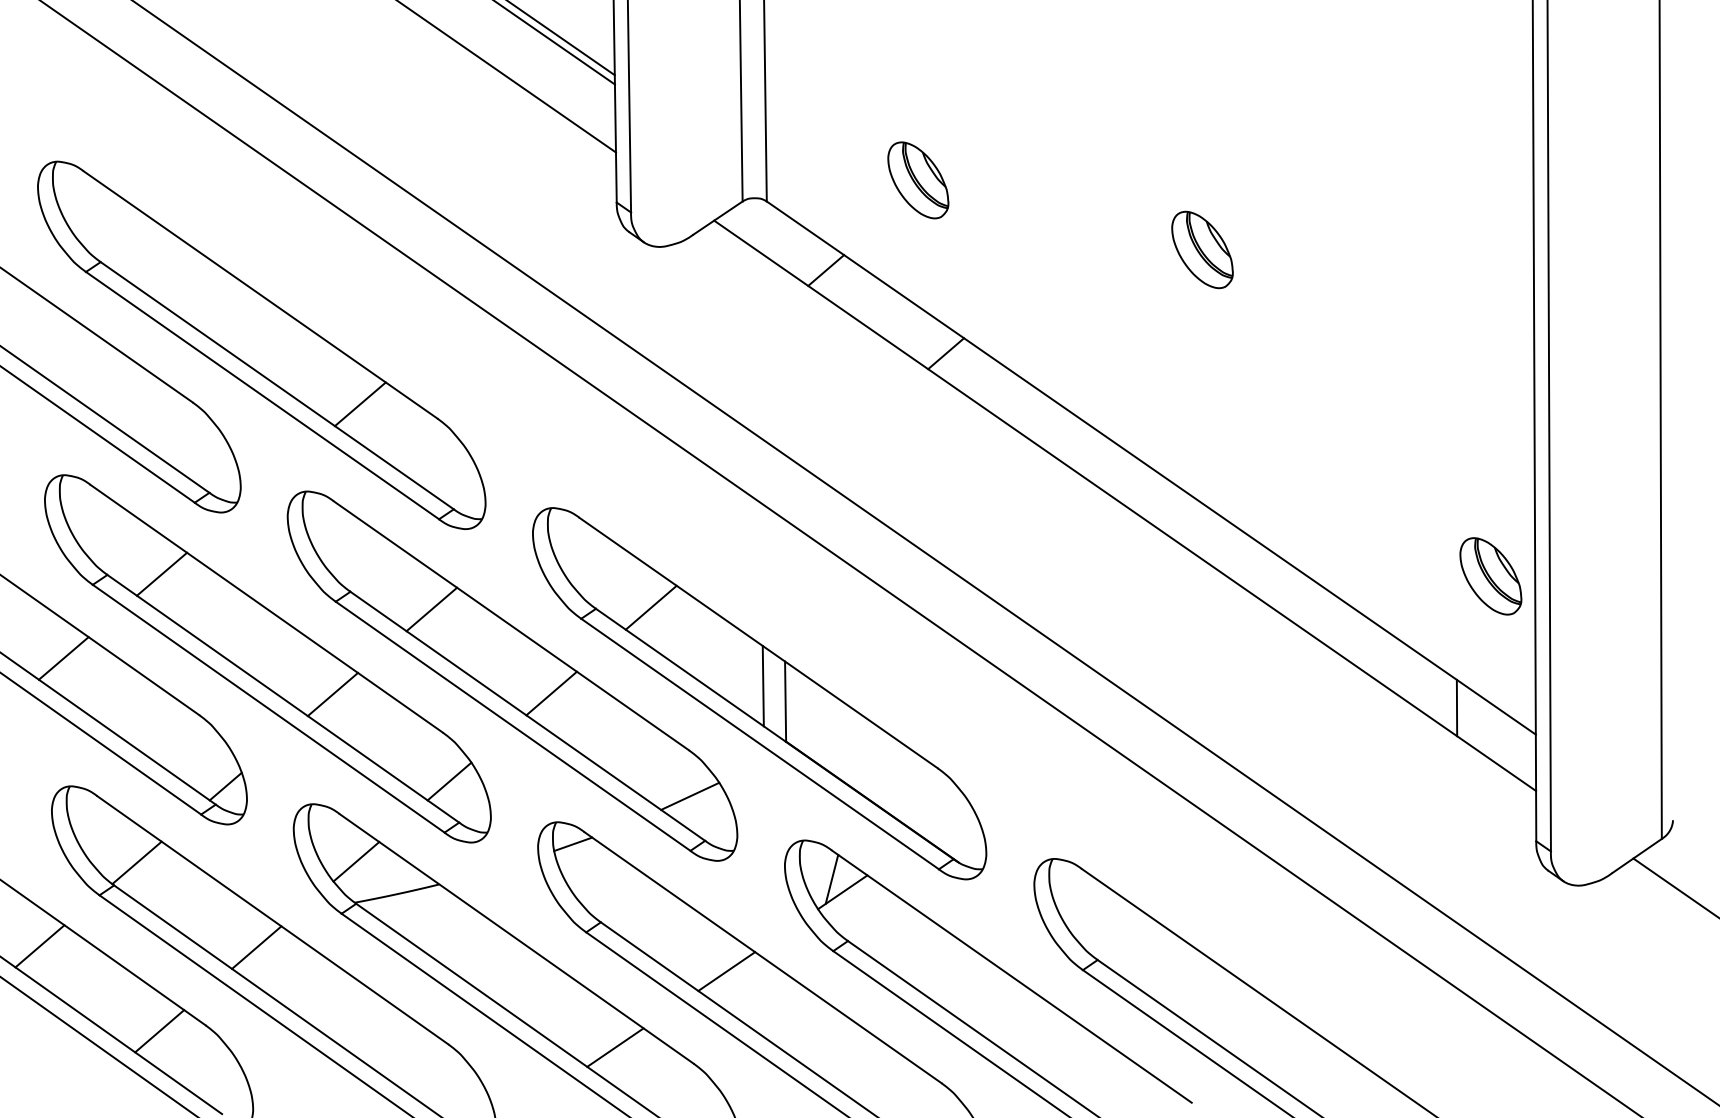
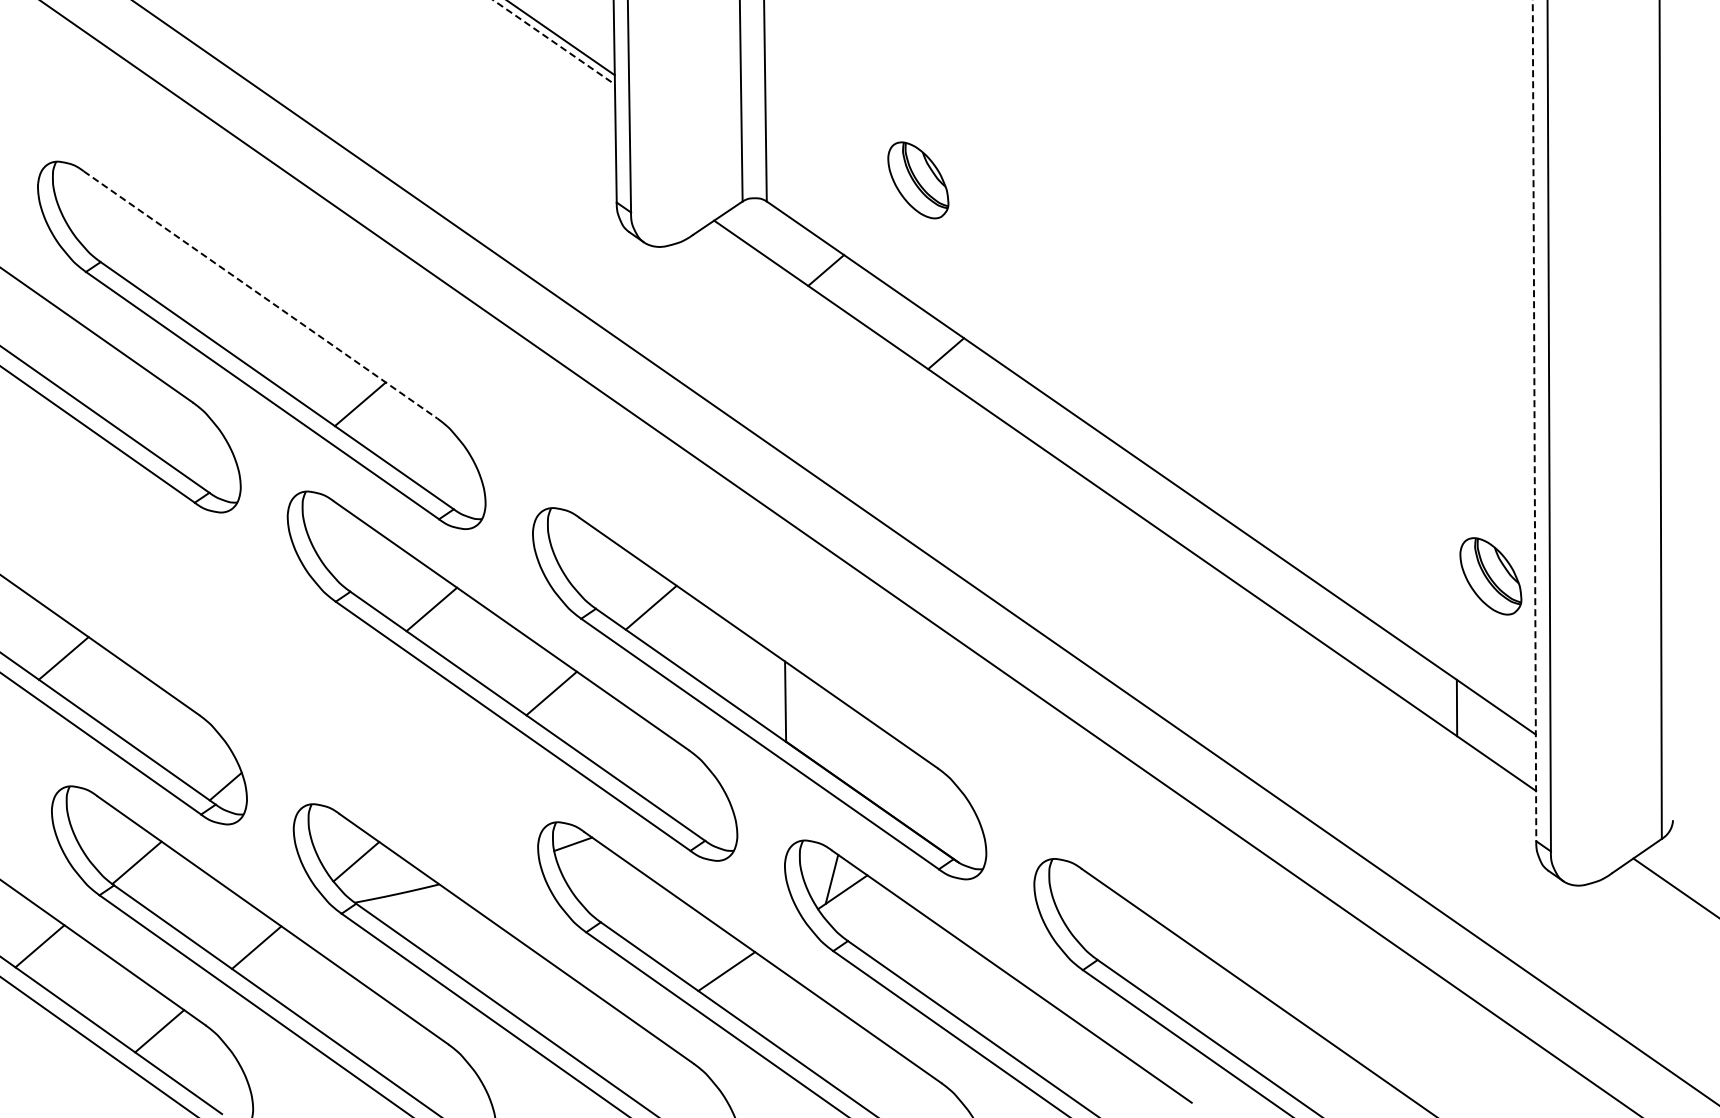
line at (554, 42): solid -> dashed
line at (507, 77): present -> none
part at (1202, 249): present -> none
line at (260, 294): solid -> dashed
line at (1534, 421): solid -> dashed
part at (267, 658): present -> none
line at (762, 685): present -> none
line at (690, 795): present -> none
line at (615, 1047): present -> none
